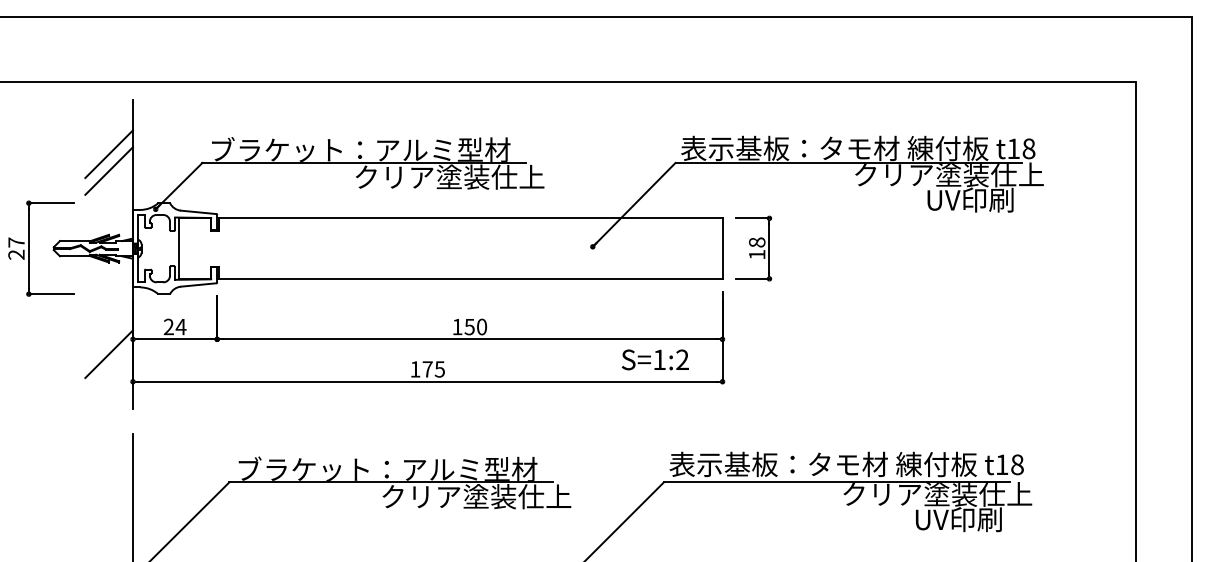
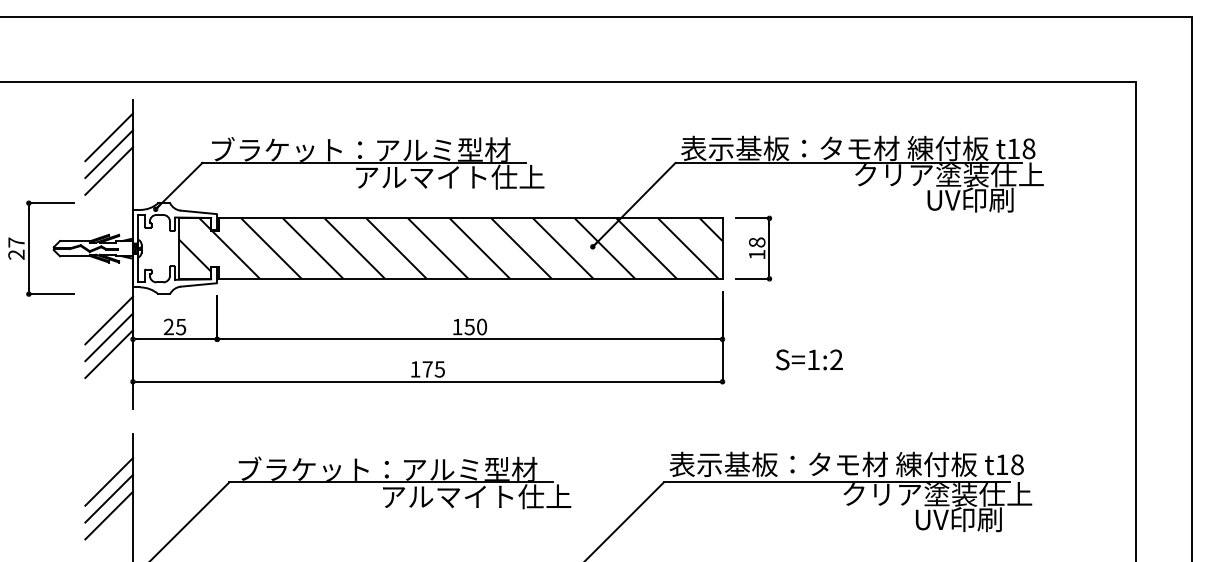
line at (109, 137): none -> present
text at (422, 176): クリア塗装仕上 -> アルマイト仕上
hatch at (450, 248): none -> present
line at (109, 320): none -> present
text at (180, 327): 24 -> 25
line at (109, 337): none -> present
text at (655, 359) position: (655, 359) -> (809, 359)
line at (109, 481): none -> present
text at (449, 496): クリア塗装仕上 -> アルマイト仕上
line at (109, 498): none -> present
line at (109, 515): none -> present
